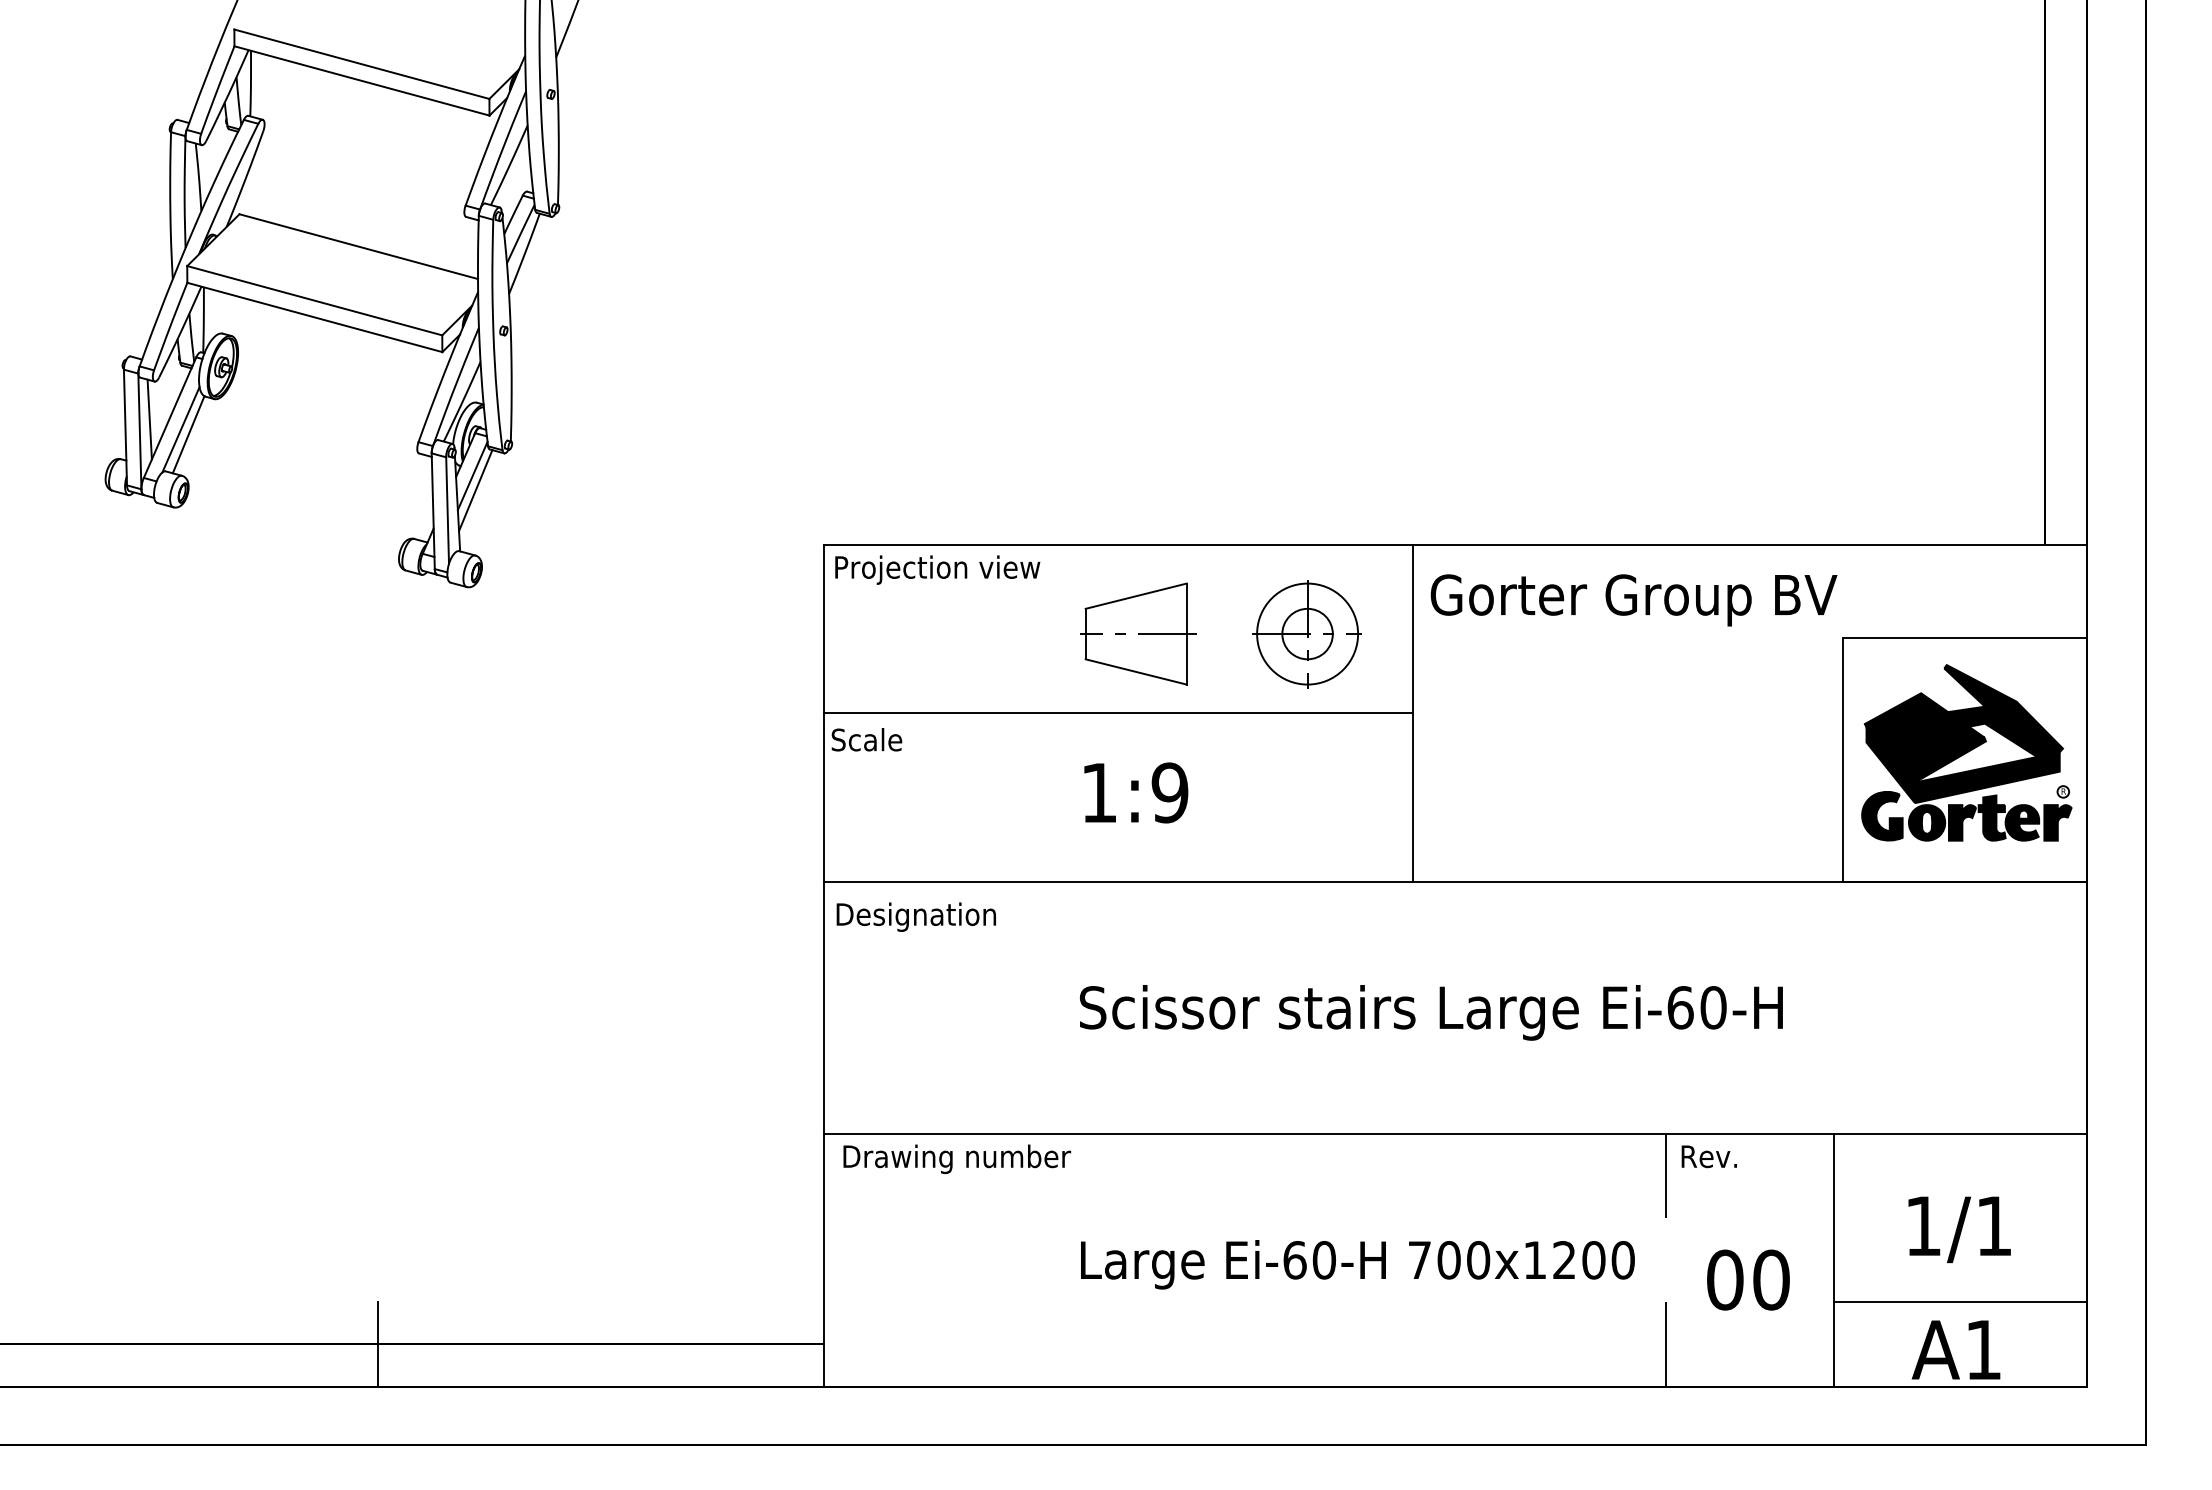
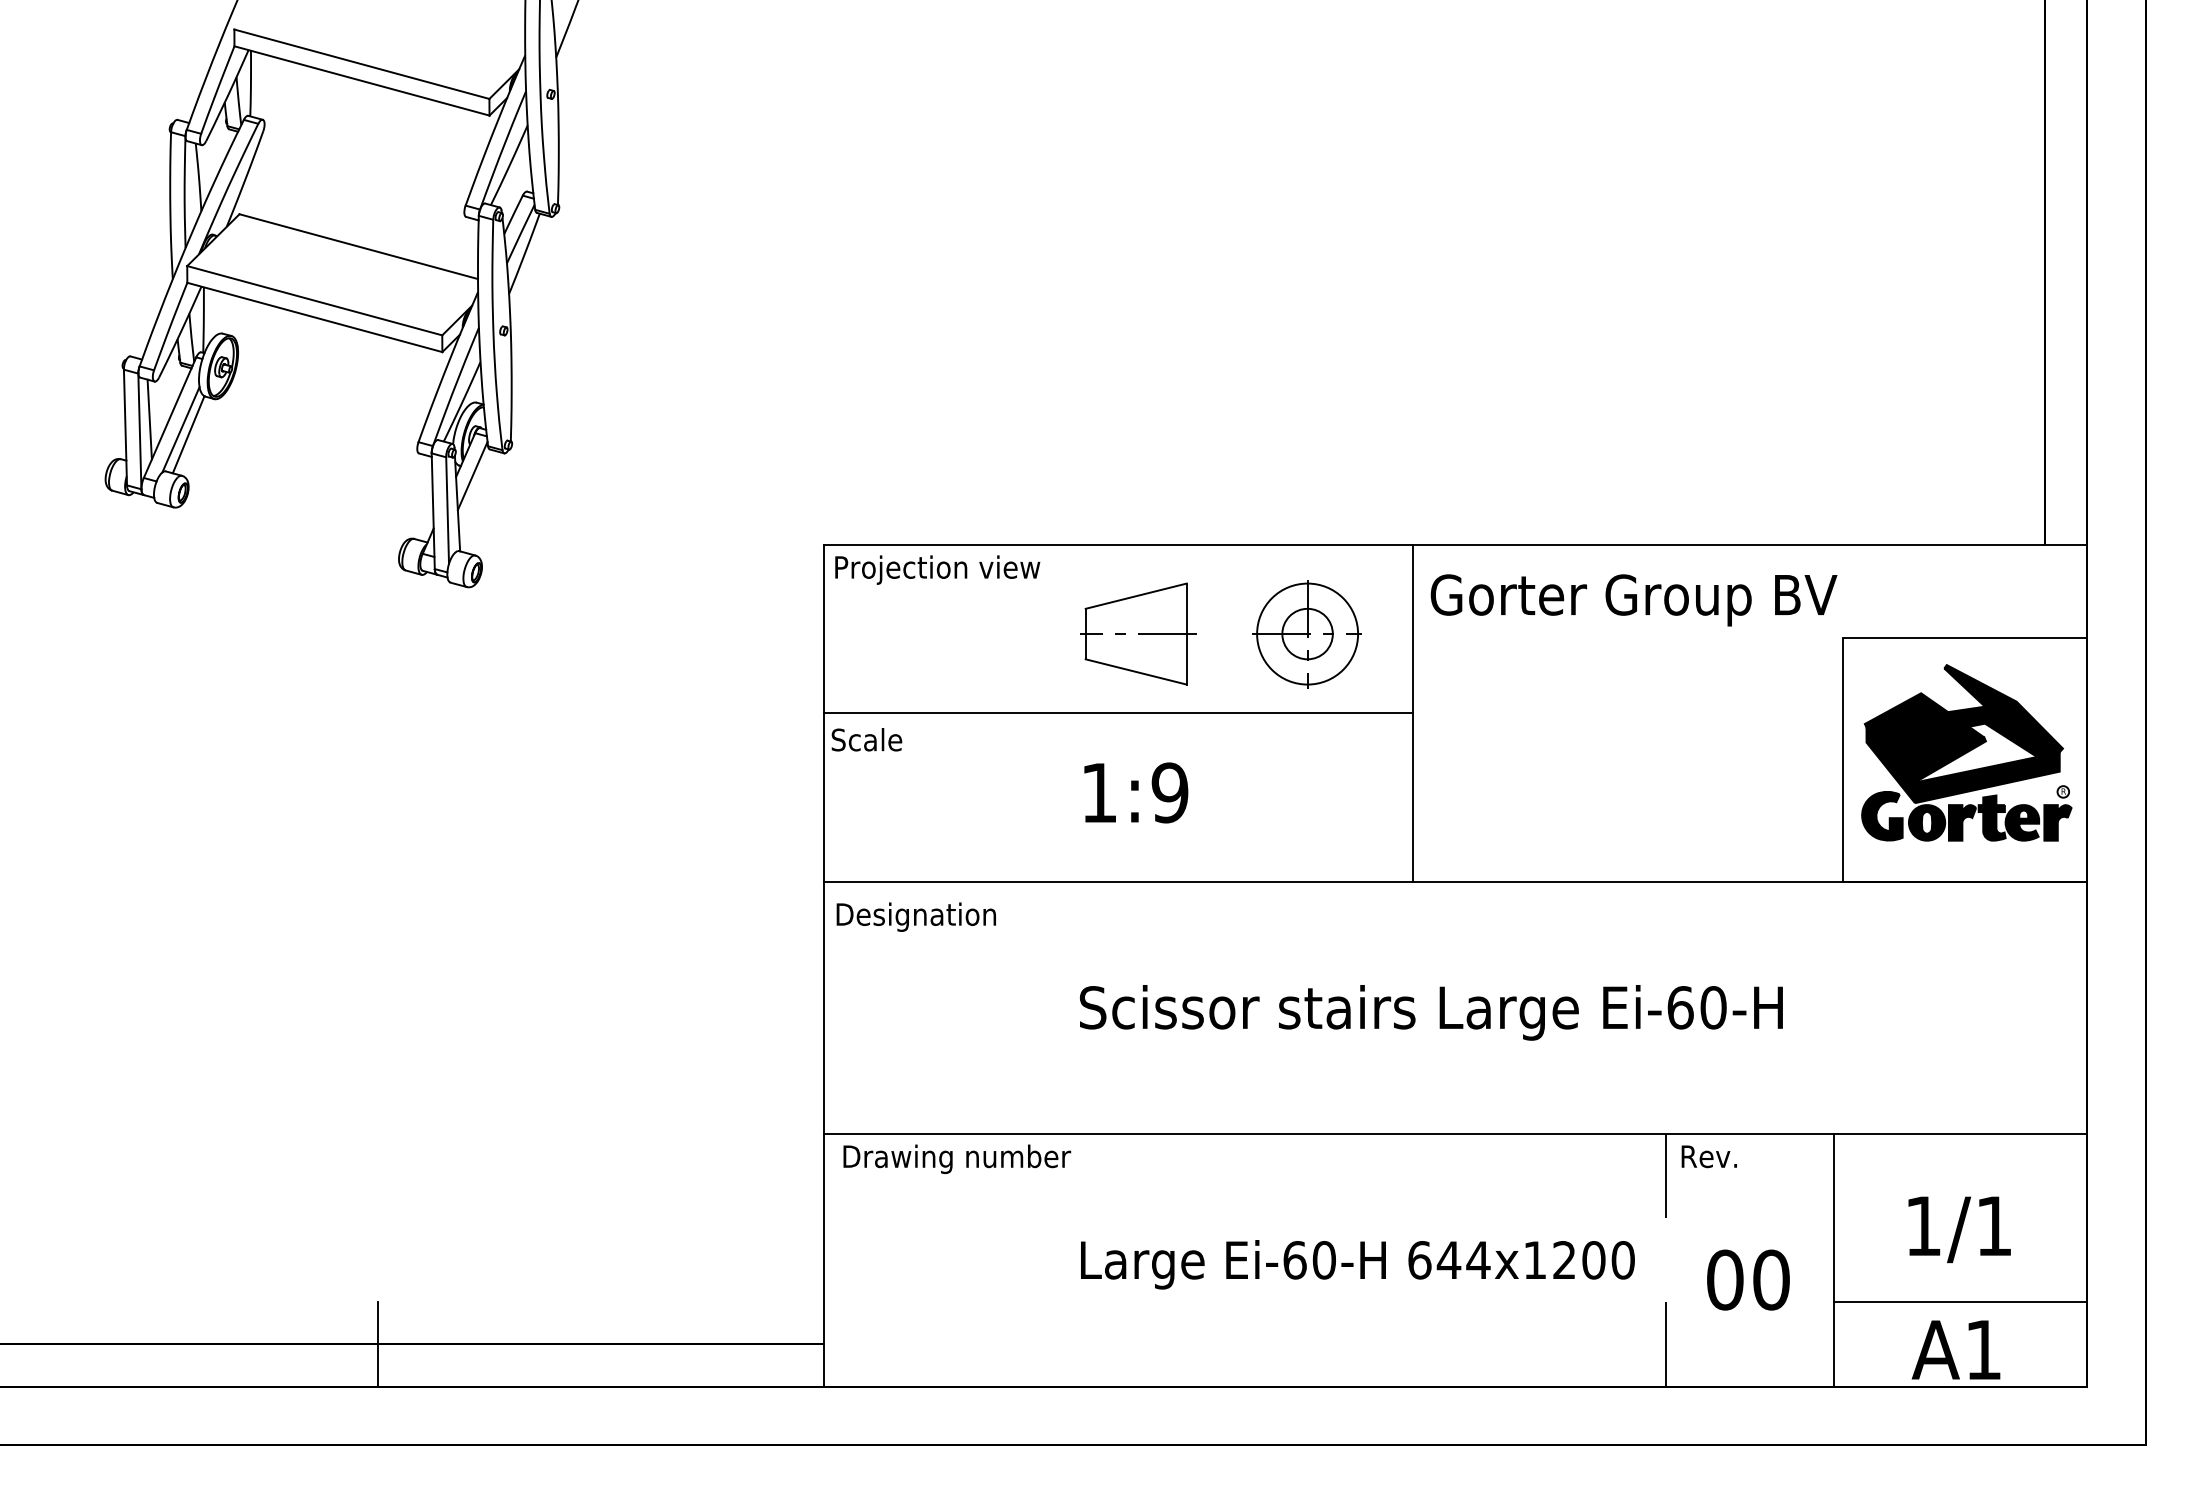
line at (475, 490): present -> none
text at (1449, 1260): 700x1200 -> 644x1200
